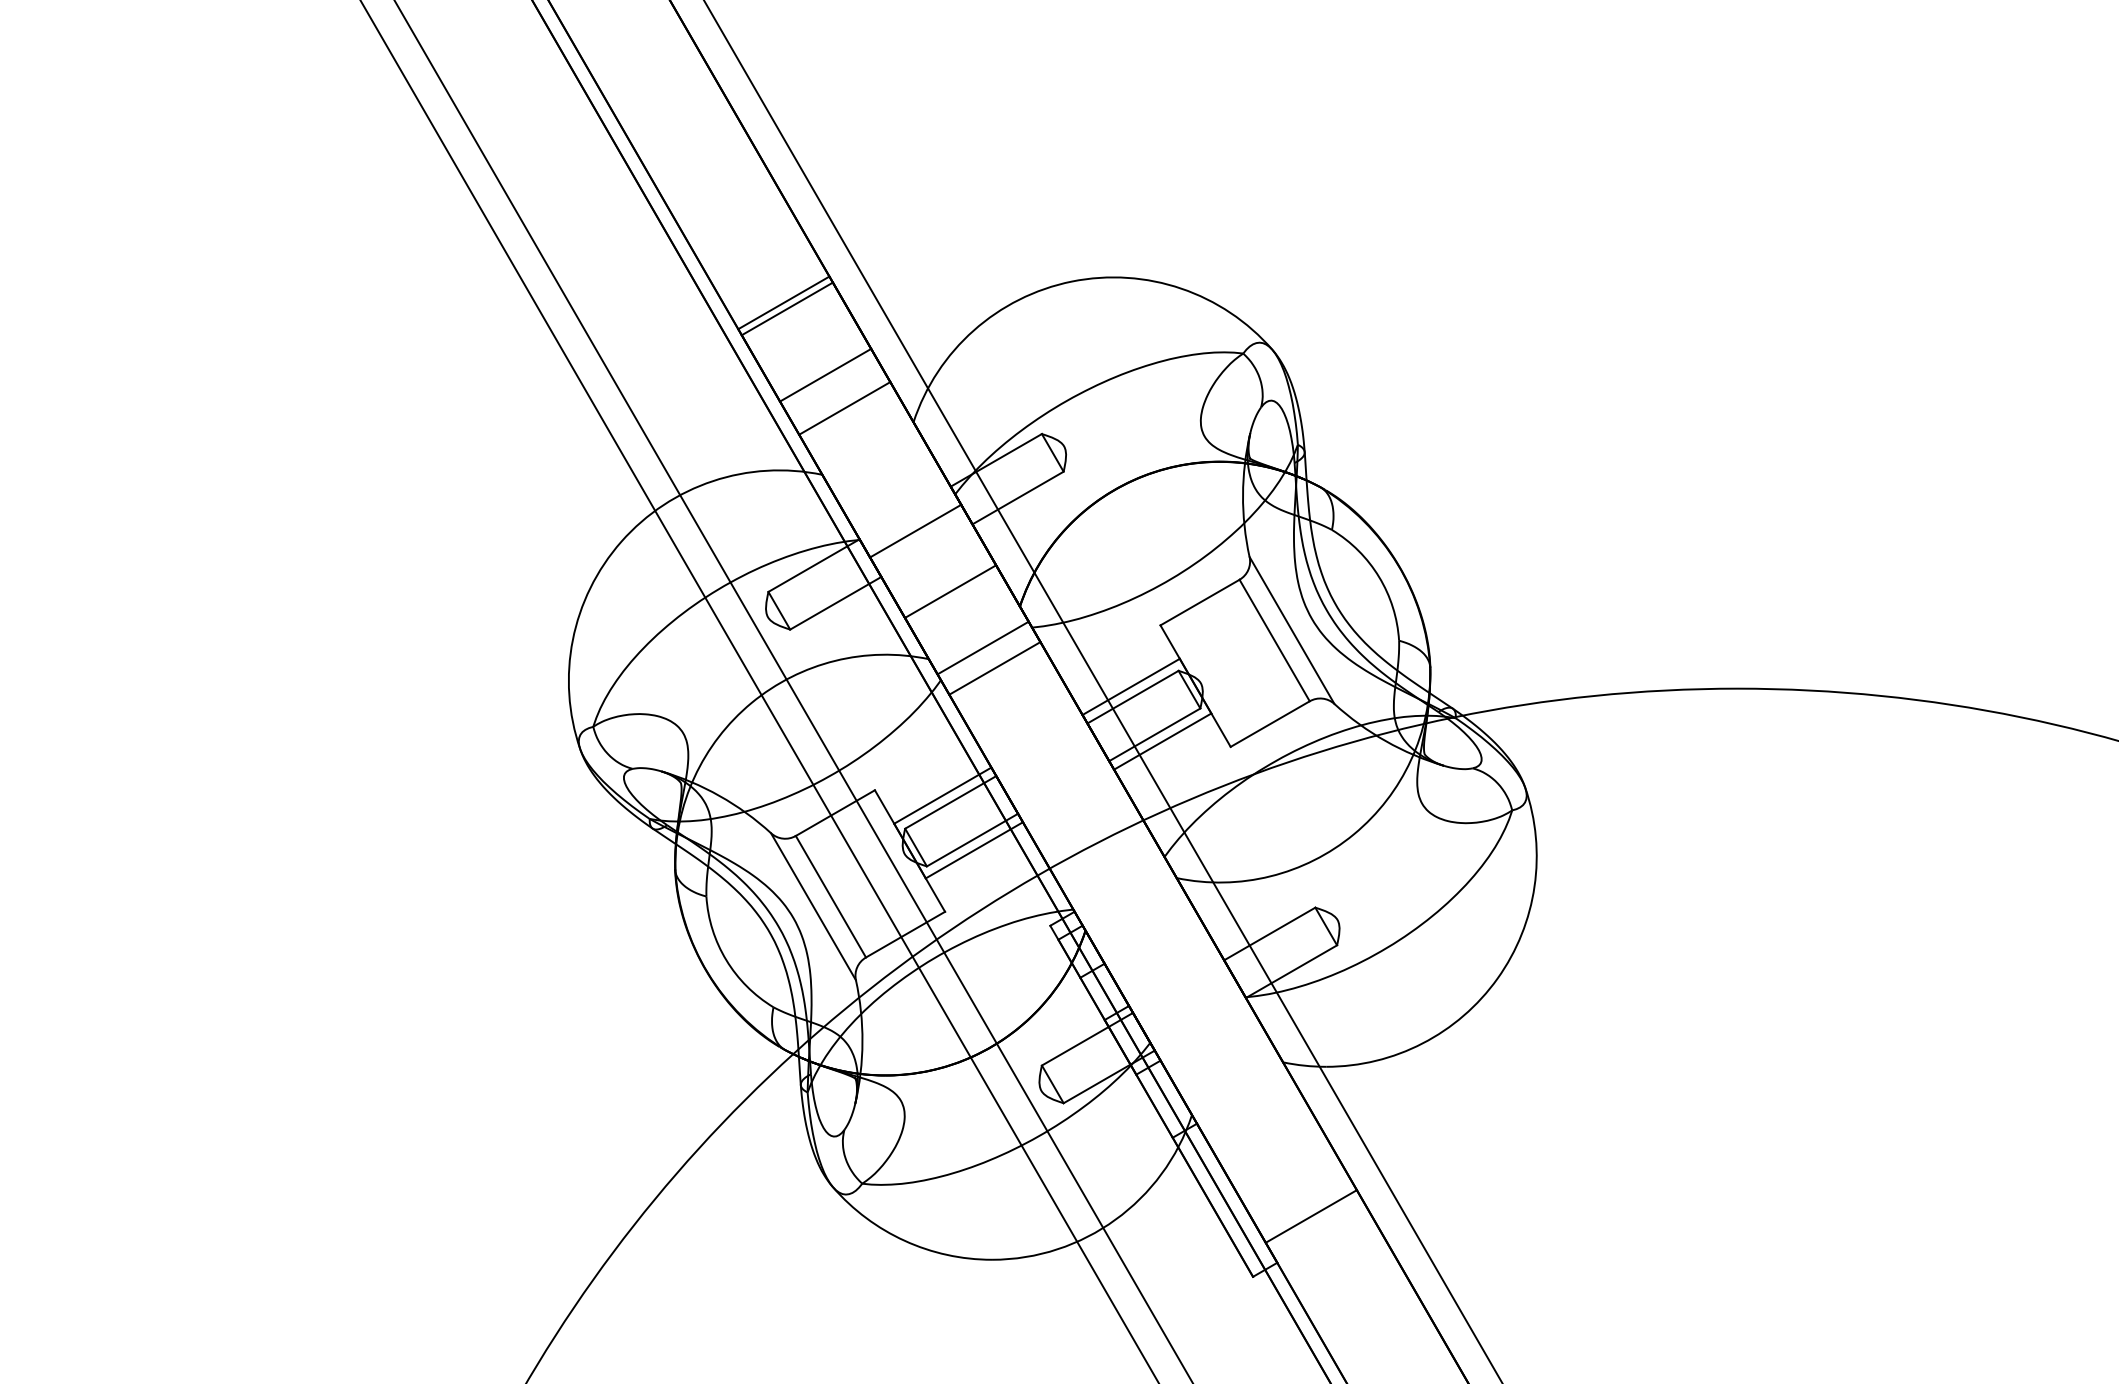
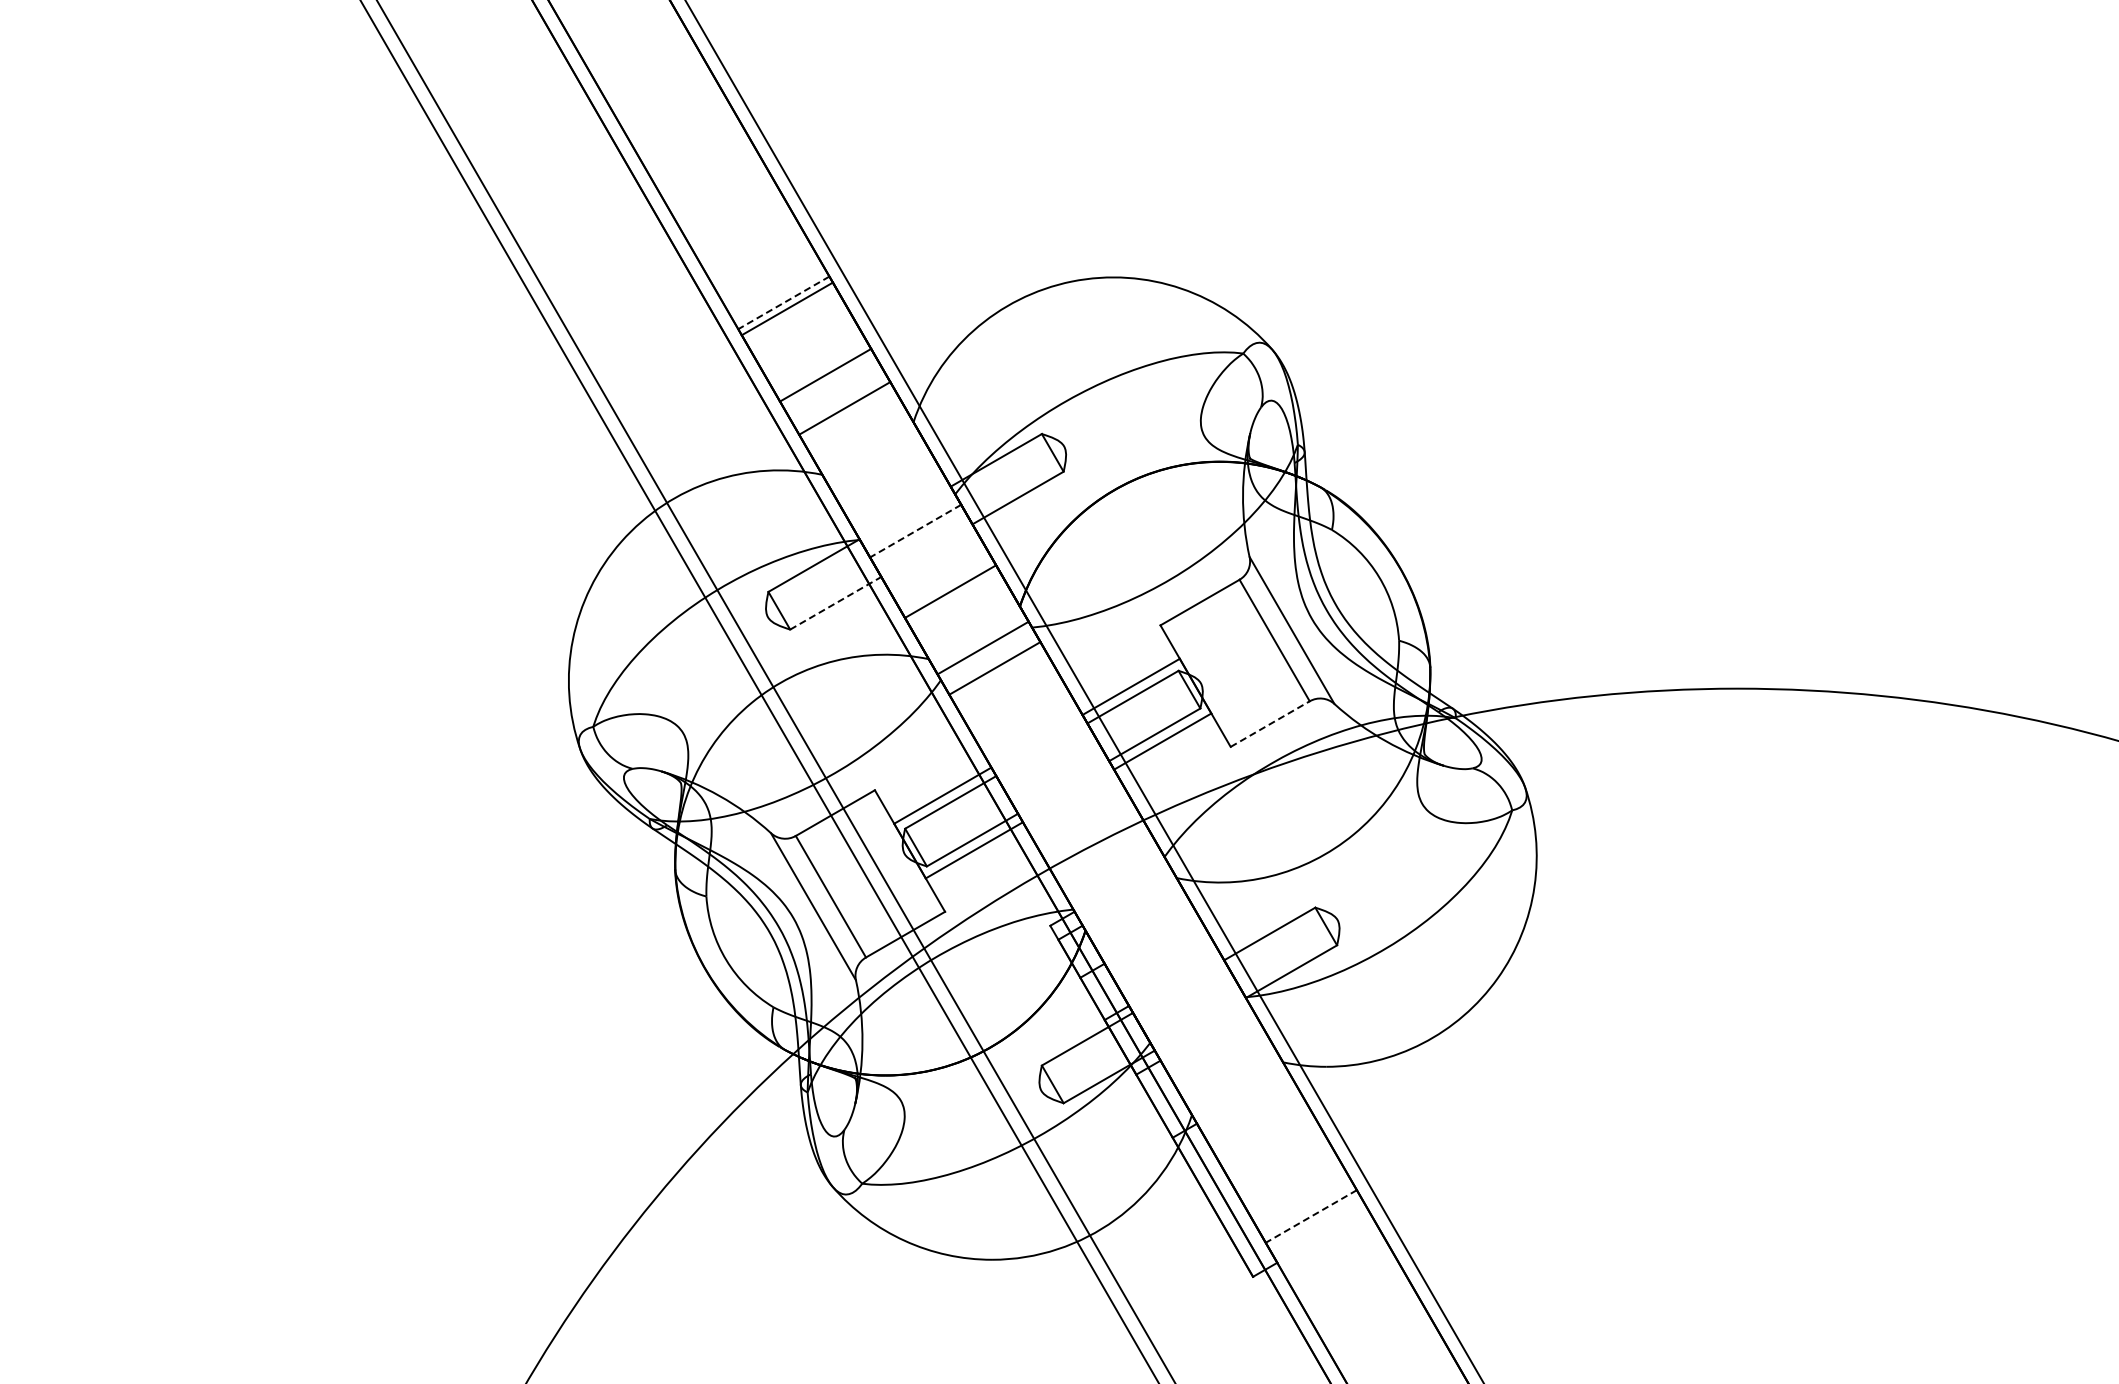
line at (783, 302): solid -> dashed
line at (915, 531): solid -> dashed
line at (835, 603): solid -> dashed
line at (793, 691) position: (793, 691) -> (775, 691)
line at (1102, 691) position: (1102, 691) -> (1084, 691)
line at (1270, 724): solid -> dashed
line at (1311, 1216): solid -> dashed
